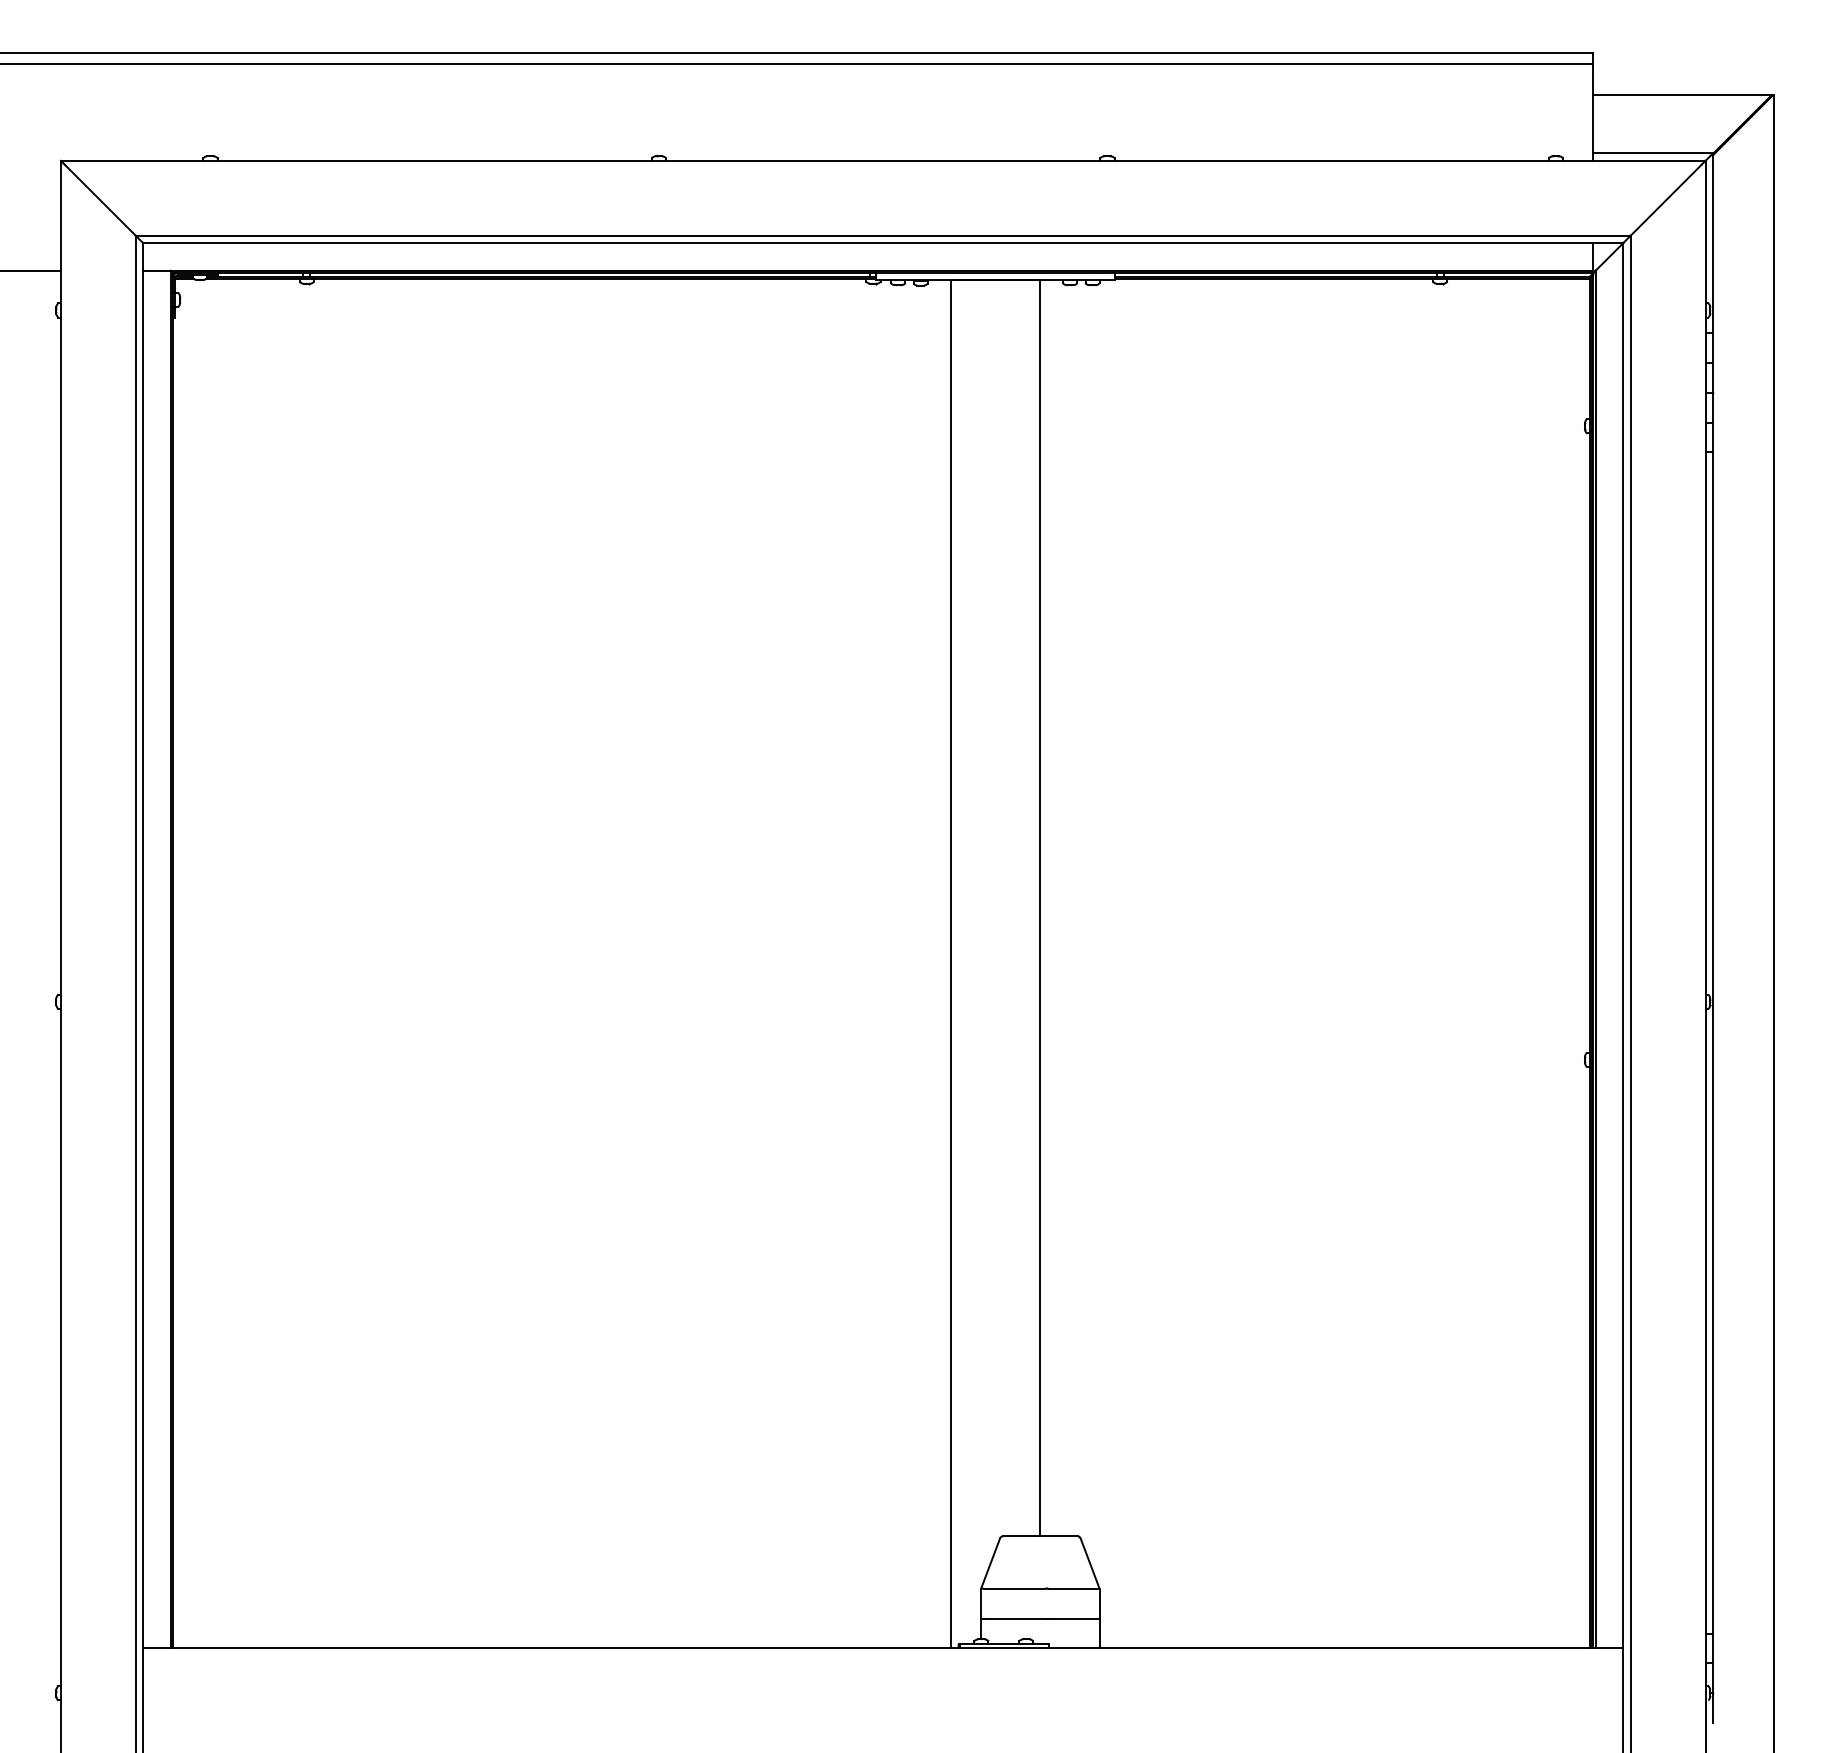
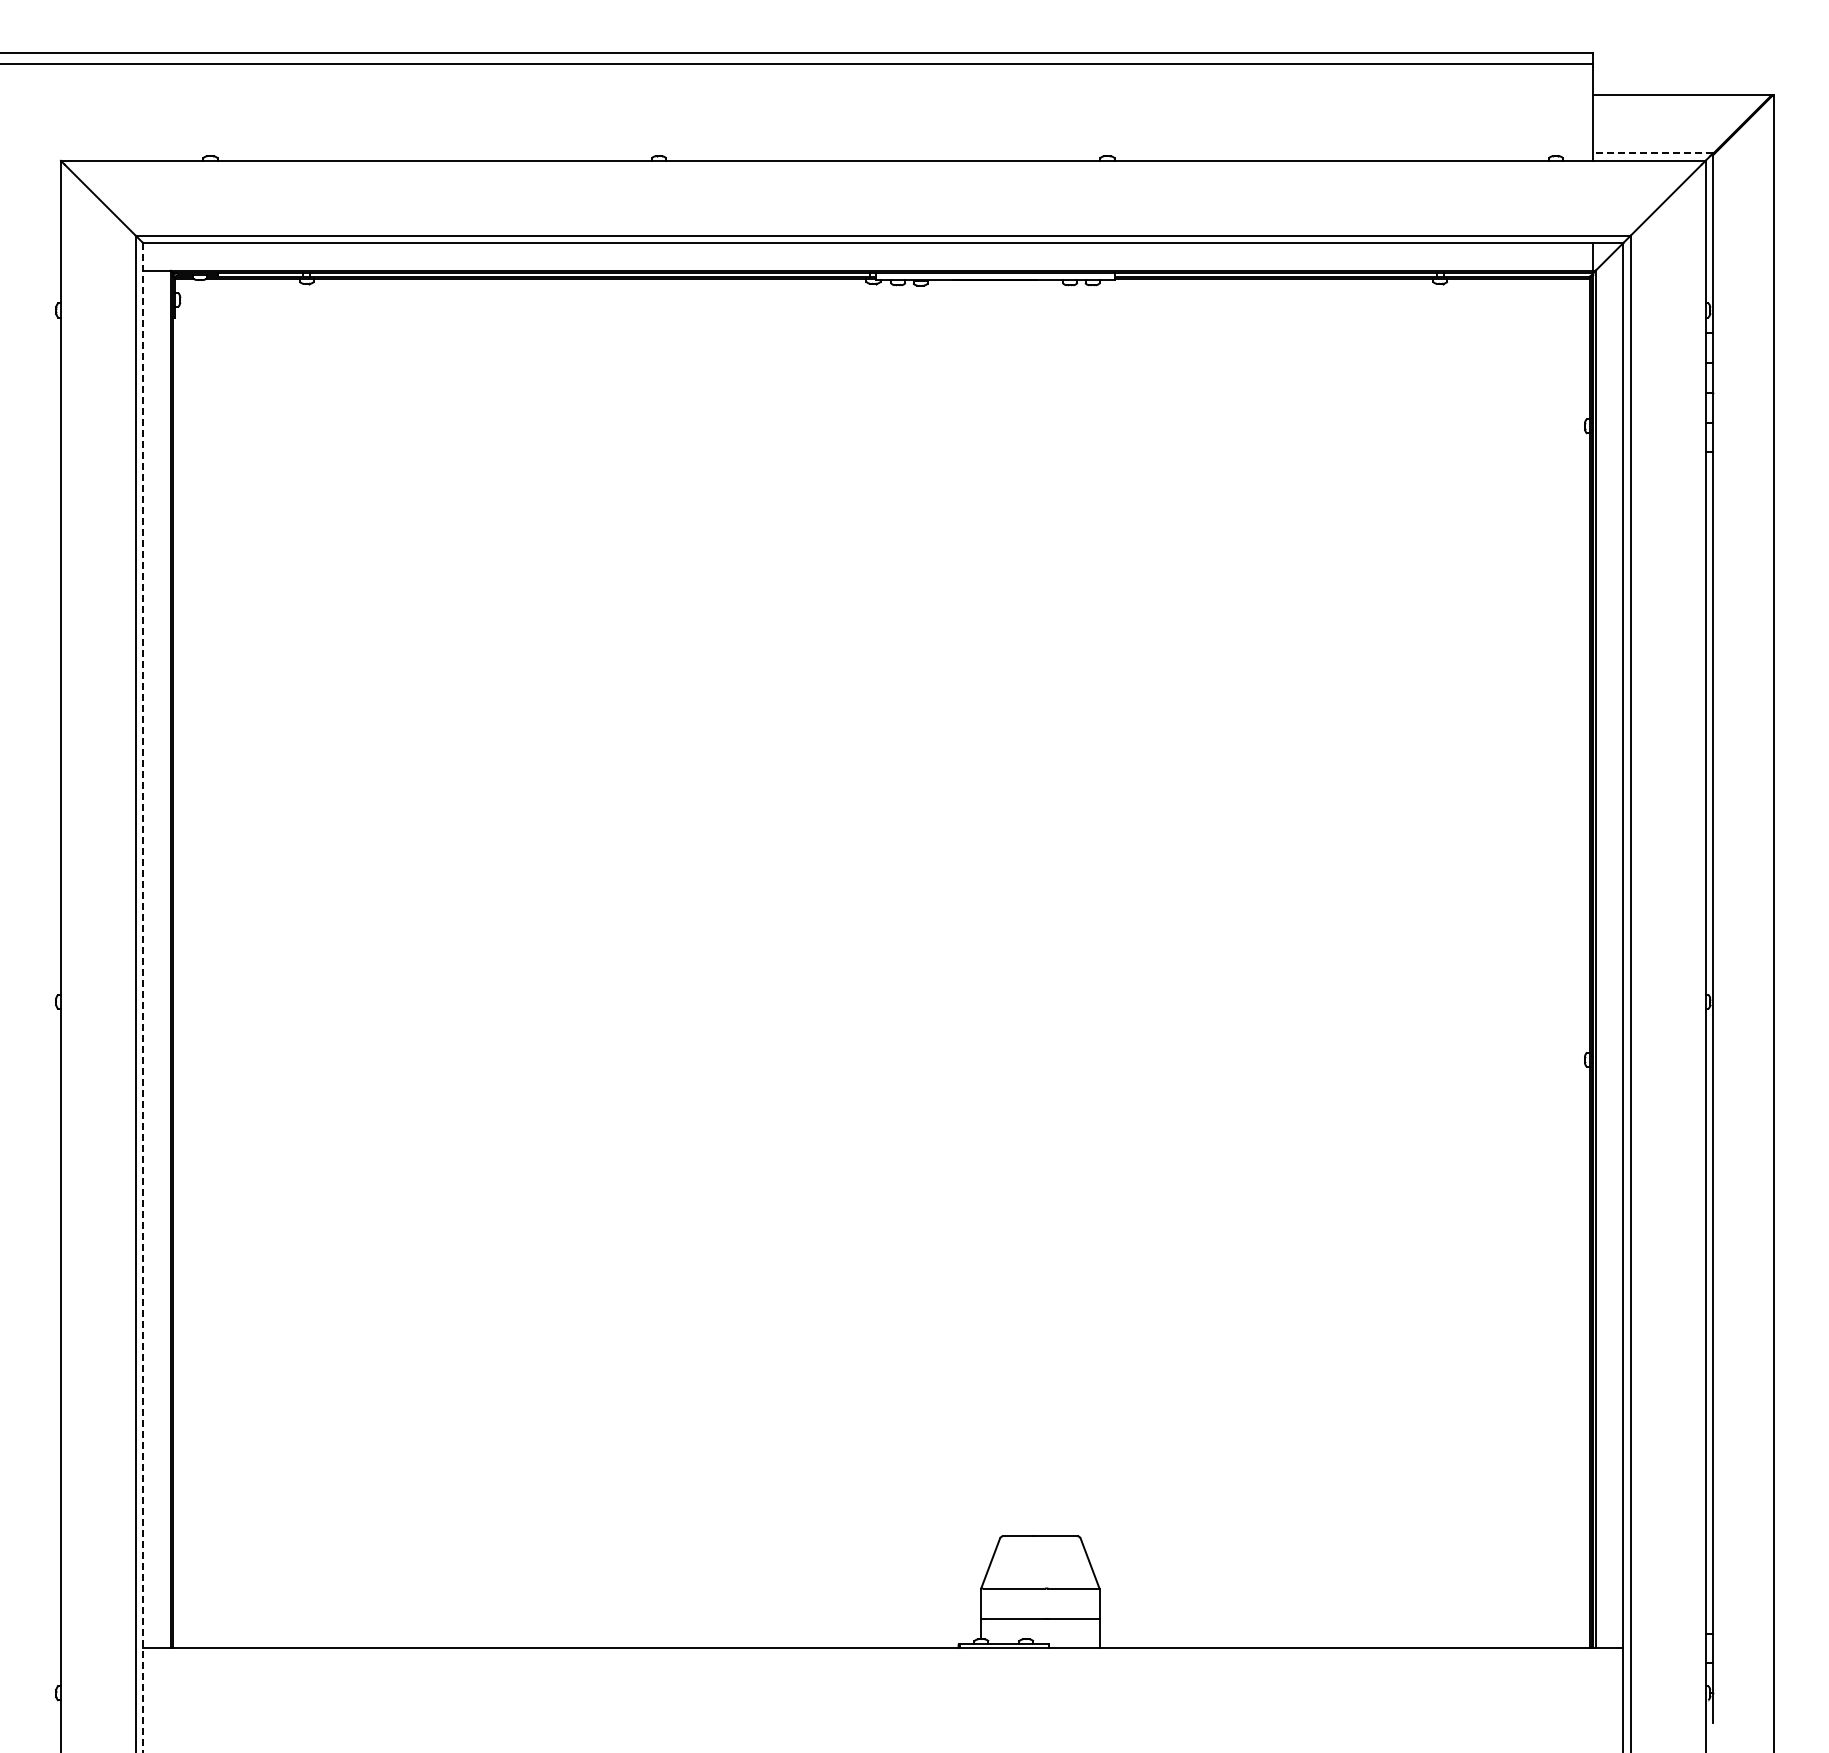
line at (1653, 153): solid -> dashed
line at (31, 270): present -> none
line at (1040, 908): present -> none
line at (950, 964): present -> none
line at (143, 997): solid -> dashed
